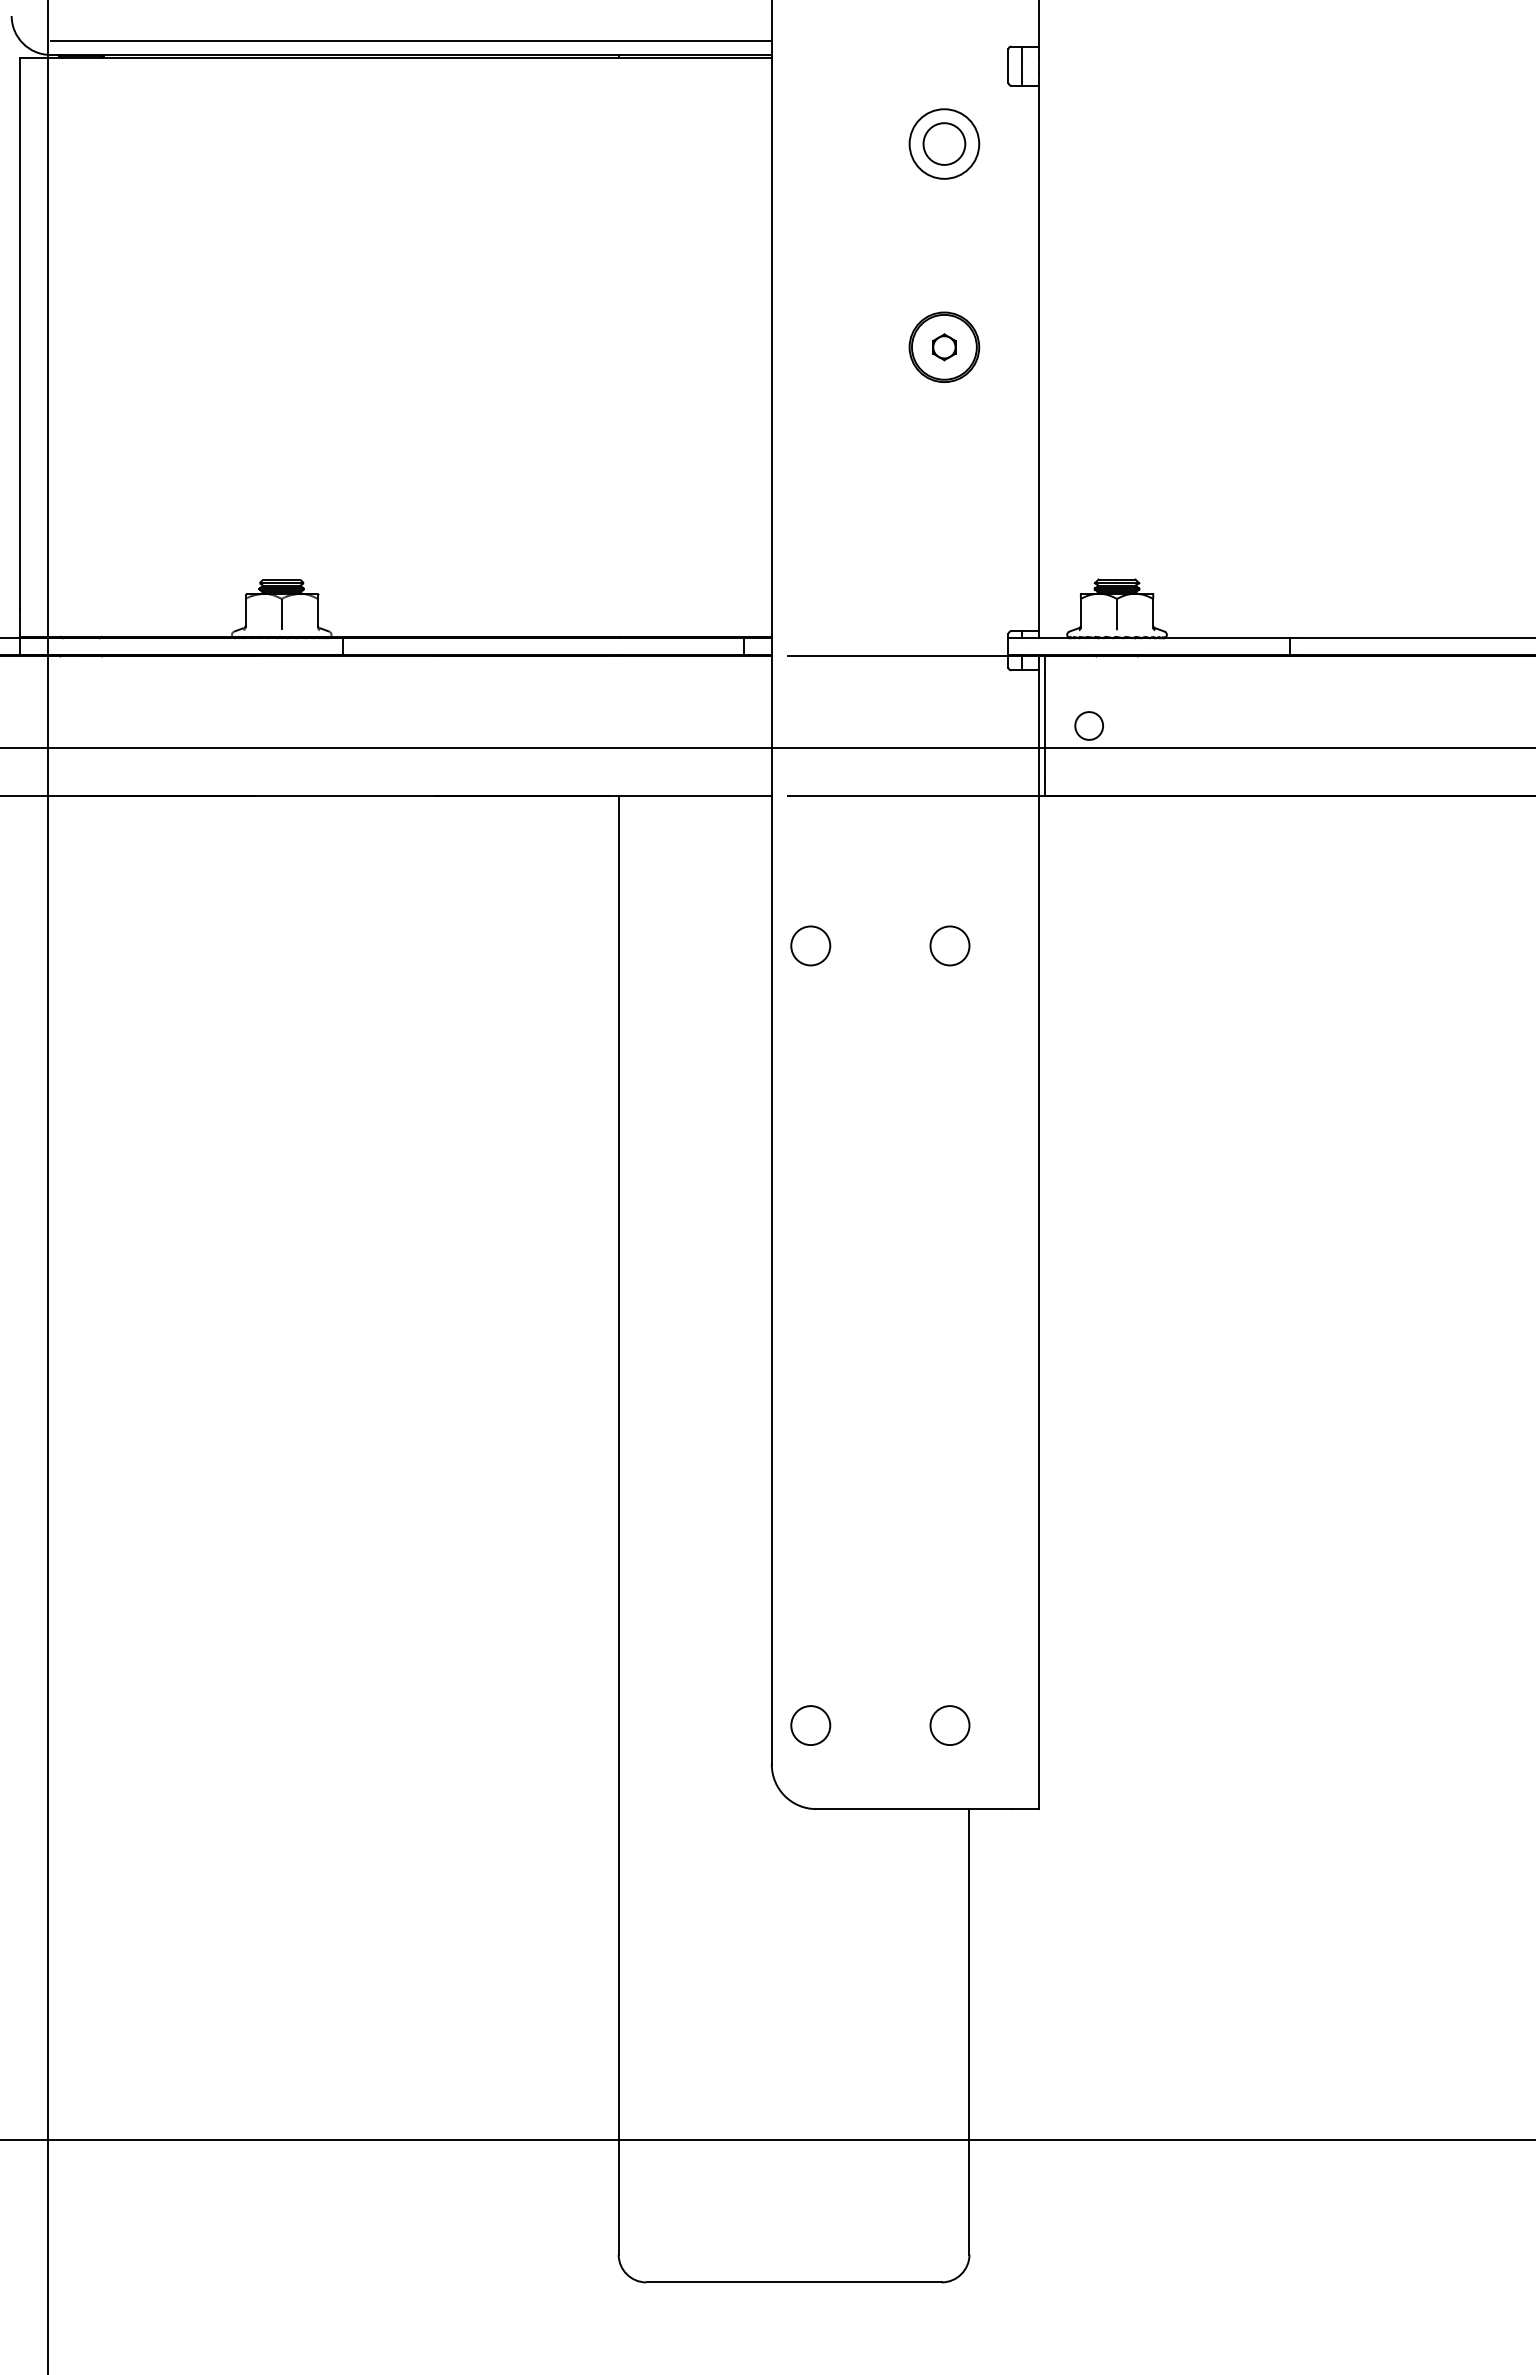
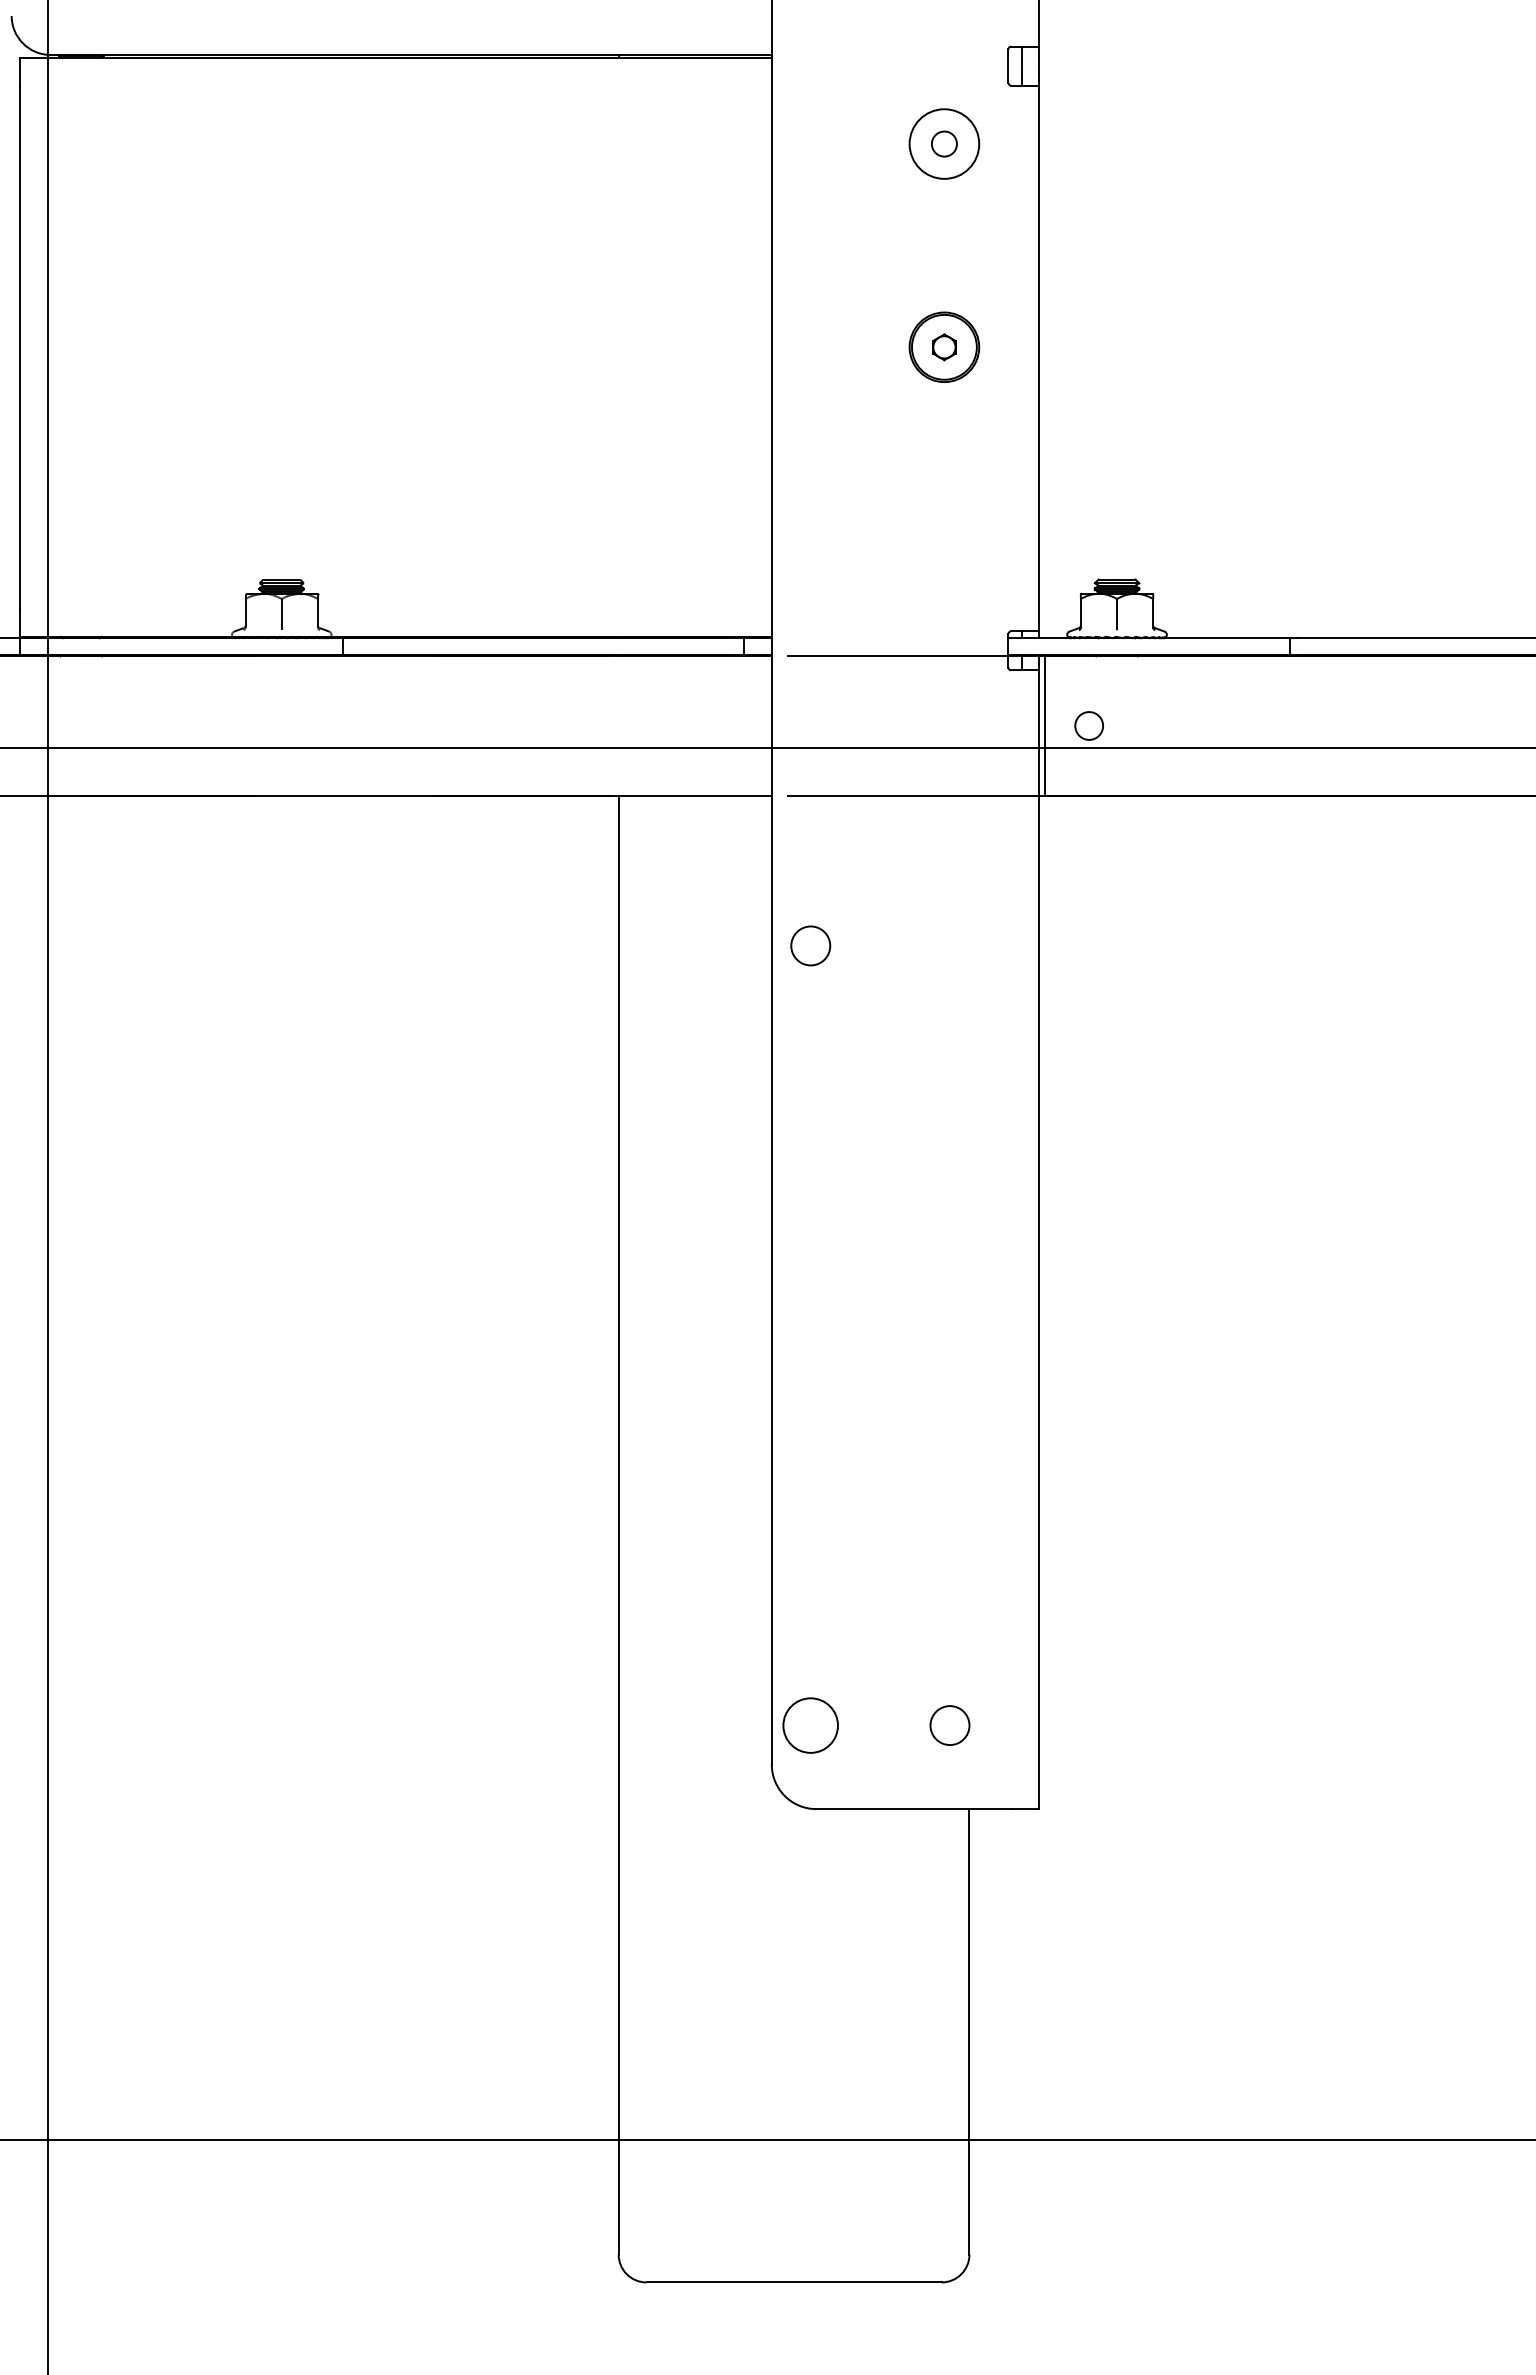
line at (410, 41): present -> none
circle at (944, 143) diameter: 42 px -> 25 px
circle at (949, 945): present -> none
circle at (810, 1725) size: 42x41 px -> 57x57 px
